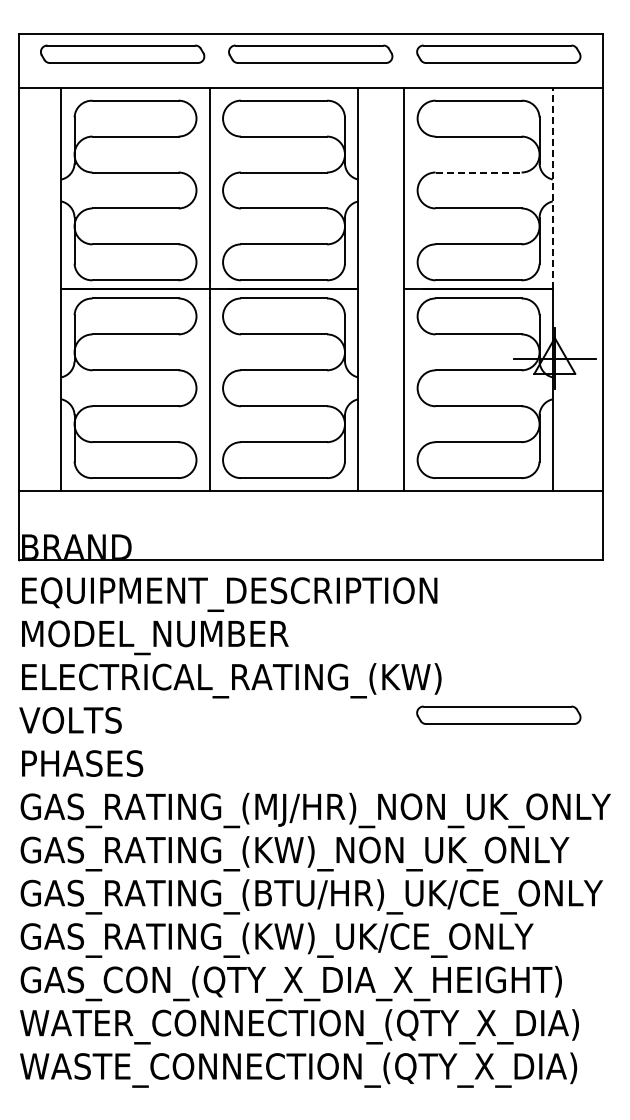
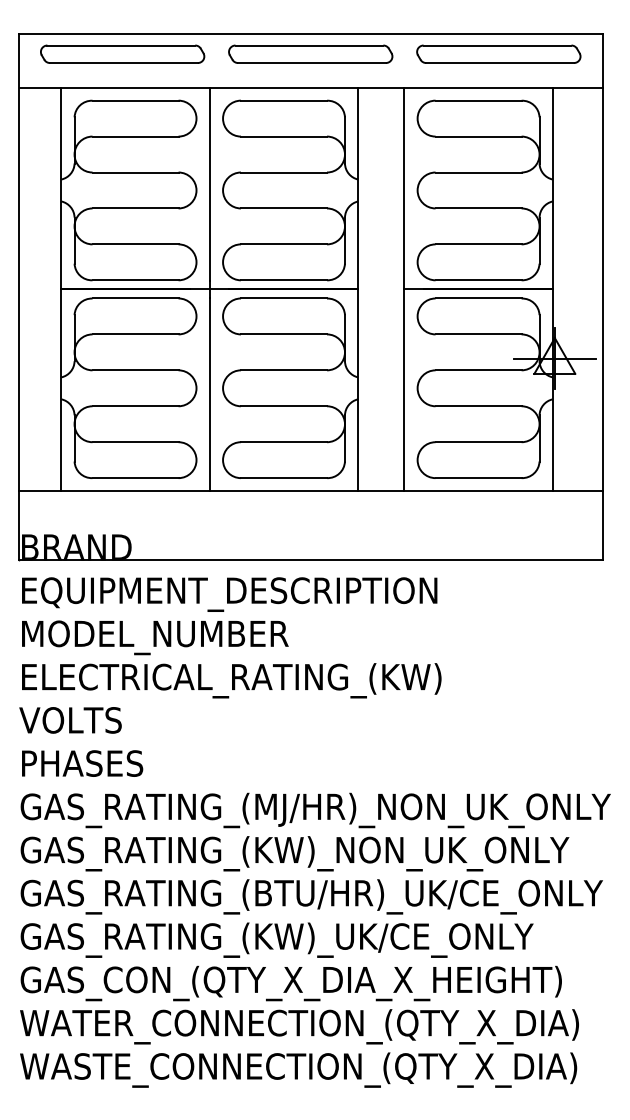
line at (479, 172): dashed -> solid
line at (552, 188): dashed -> solid
part at (498, 714): present -> none
